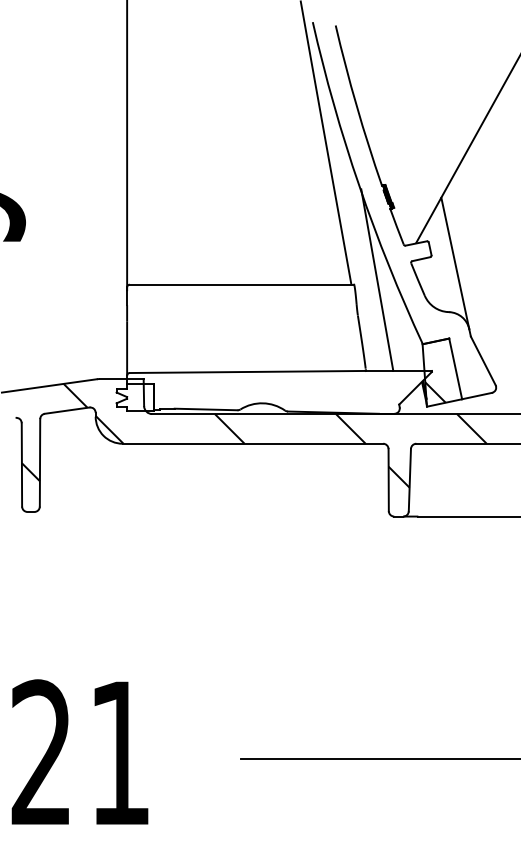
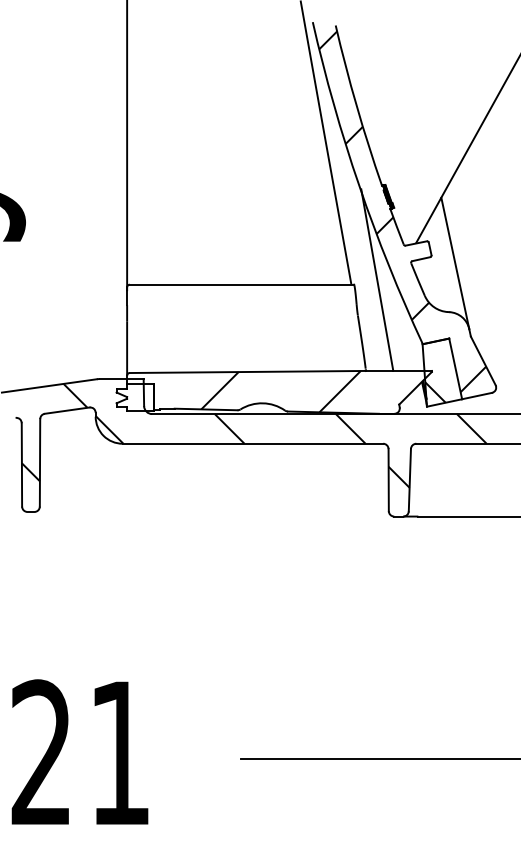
hatch at (402, 211): none -> present
hatch at (280, 391): none -> present
